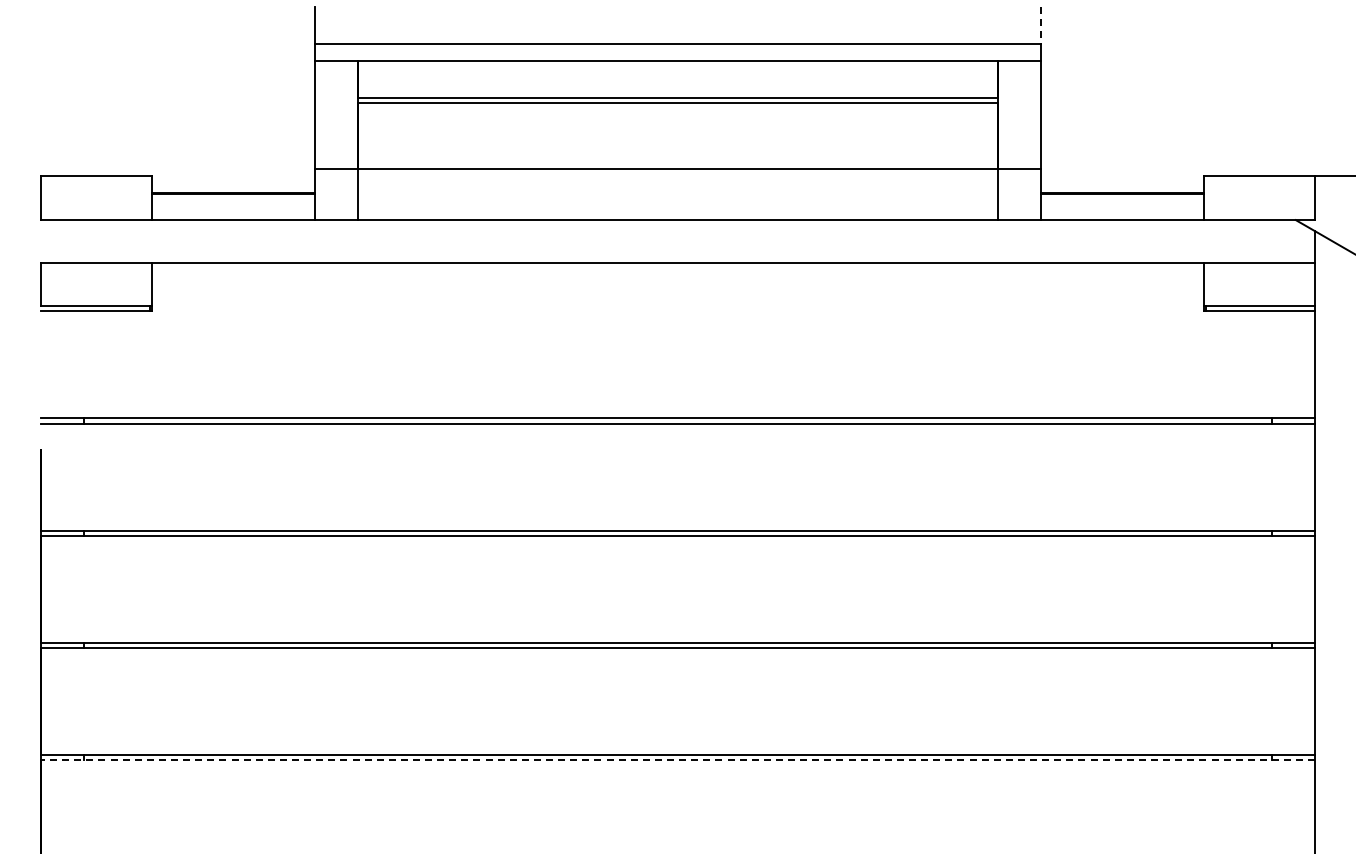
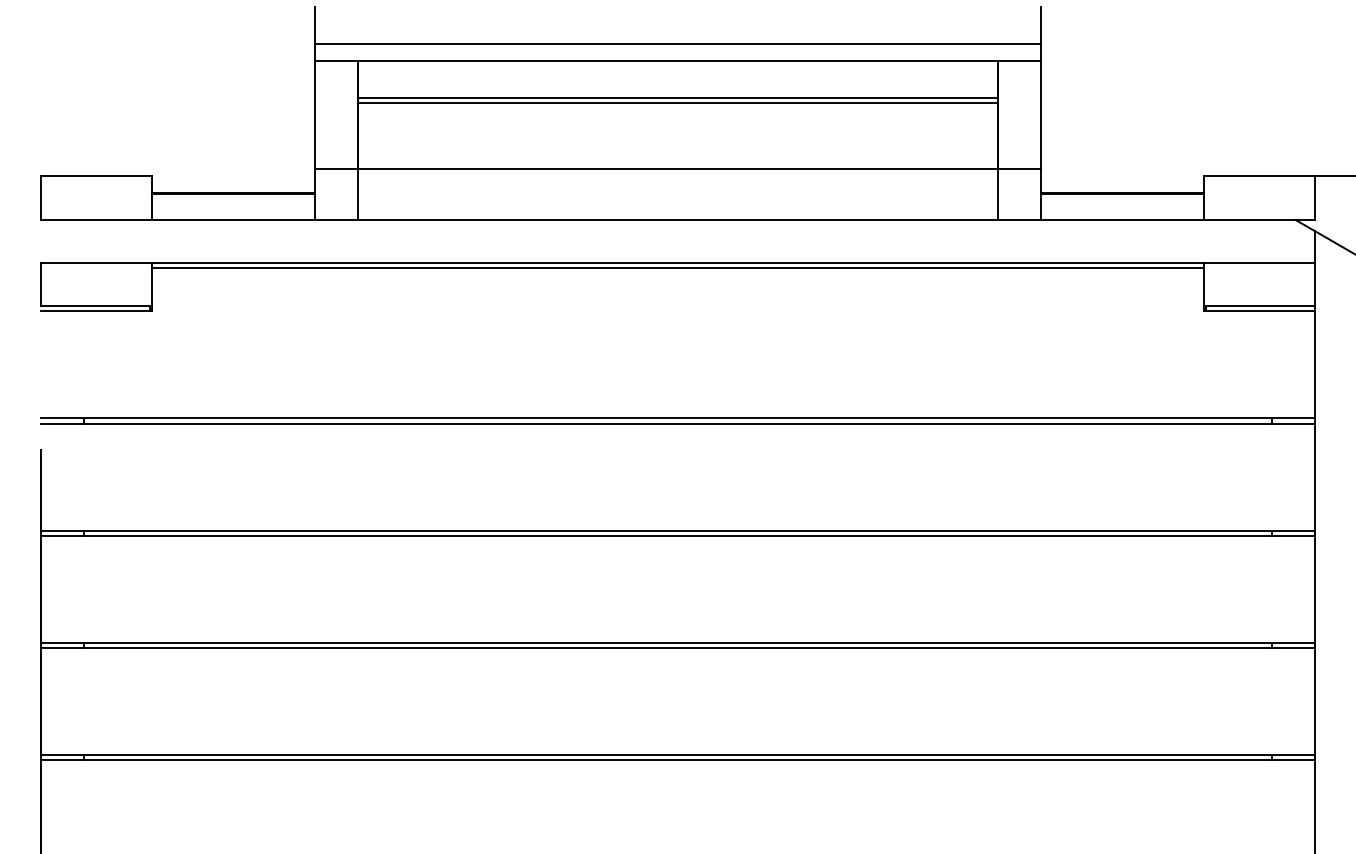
line at (1041, 26): dashed -> solid
line at (677, 268): none -> present
line at (677, 760): dashed -> solid
